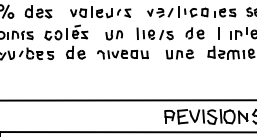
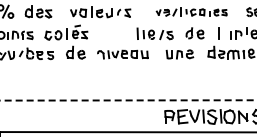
part at (191, 11) size: 90x12 px -> 73x10 px
part at (113, 35): present -> none
line at (128, 100): solid -> dashed
